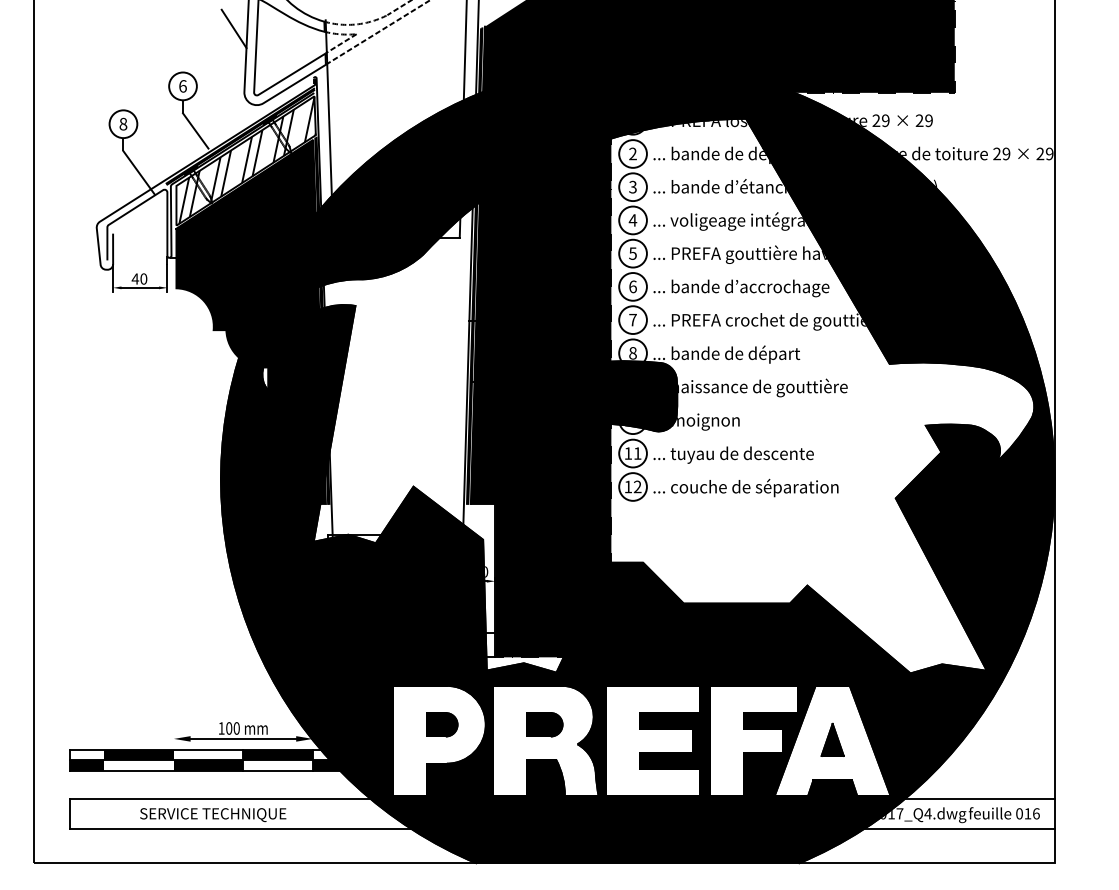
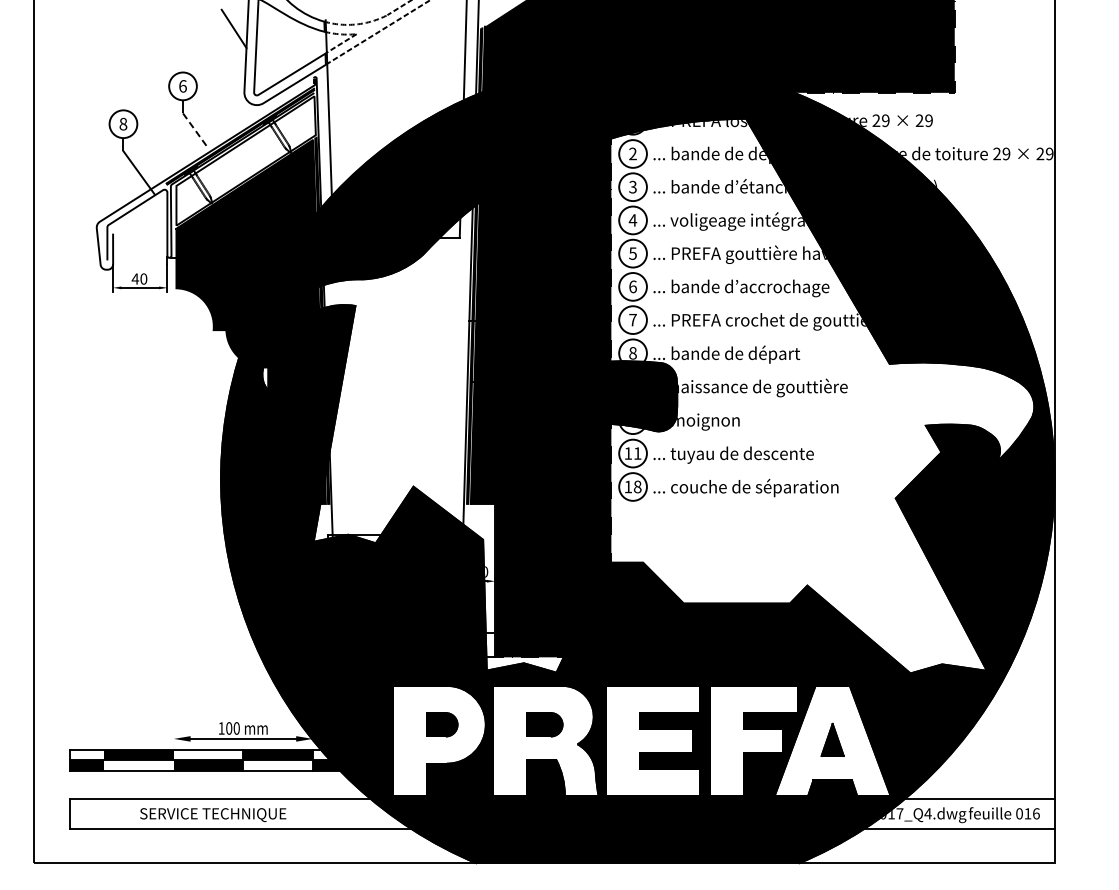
line at (195, 130): solid -> dashed
hatch at (247, 160): present -> none
text at (637, 486): 12 -> 18
